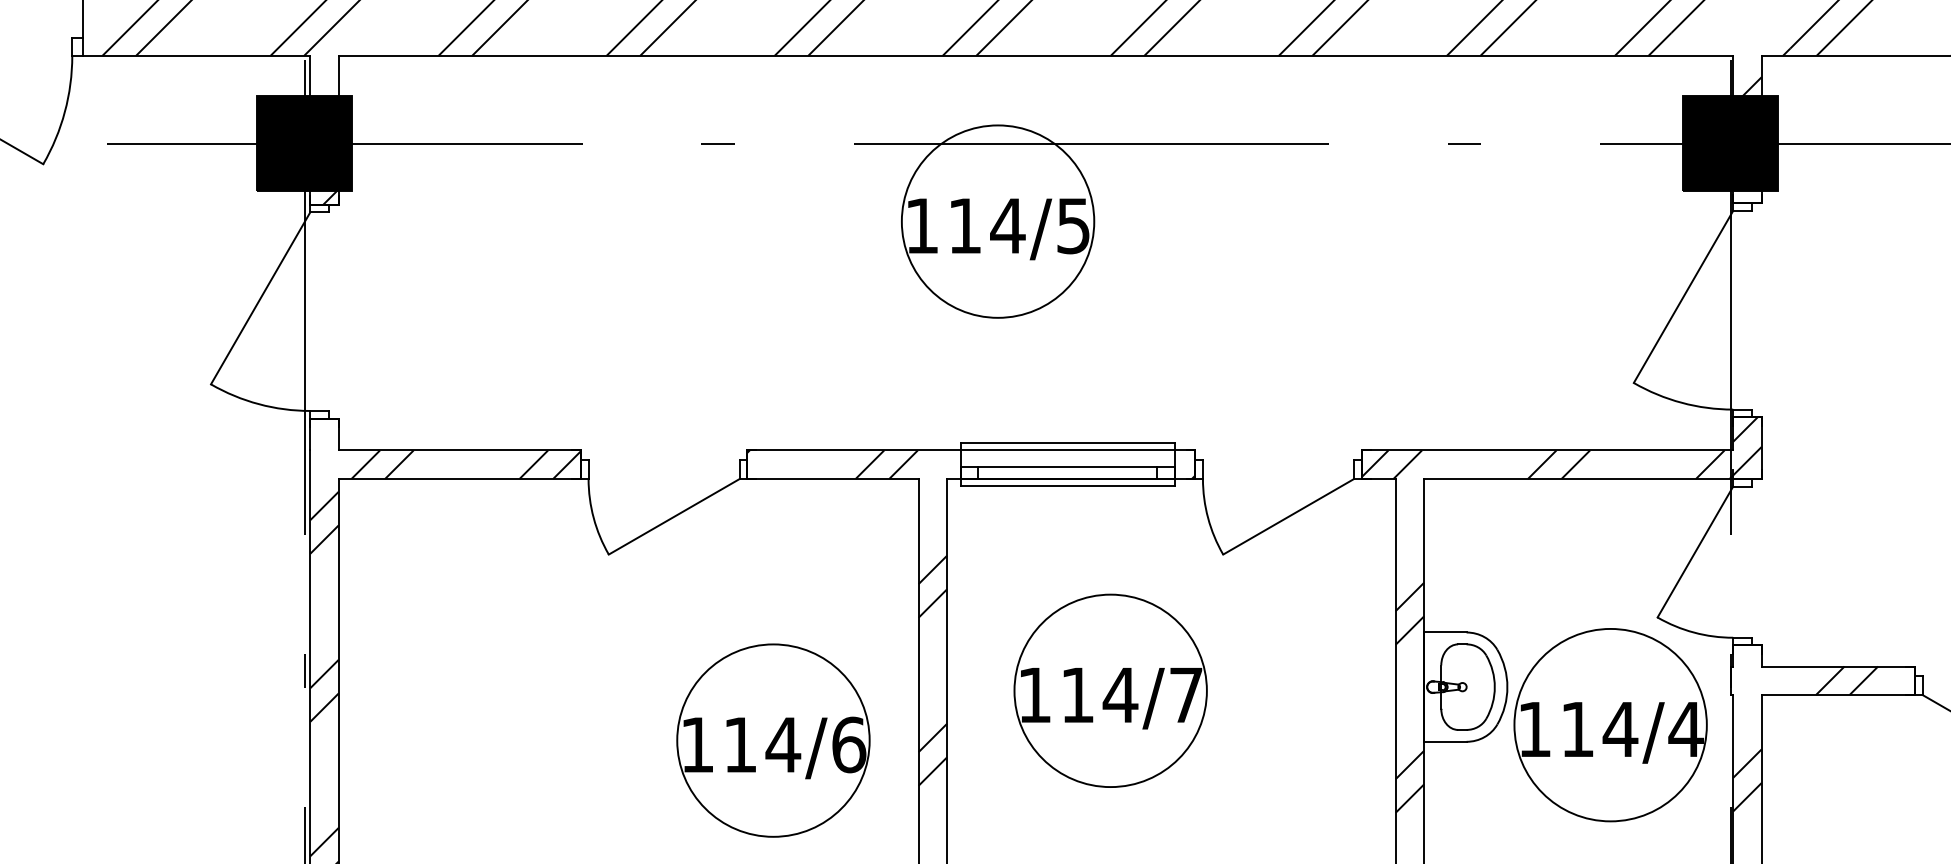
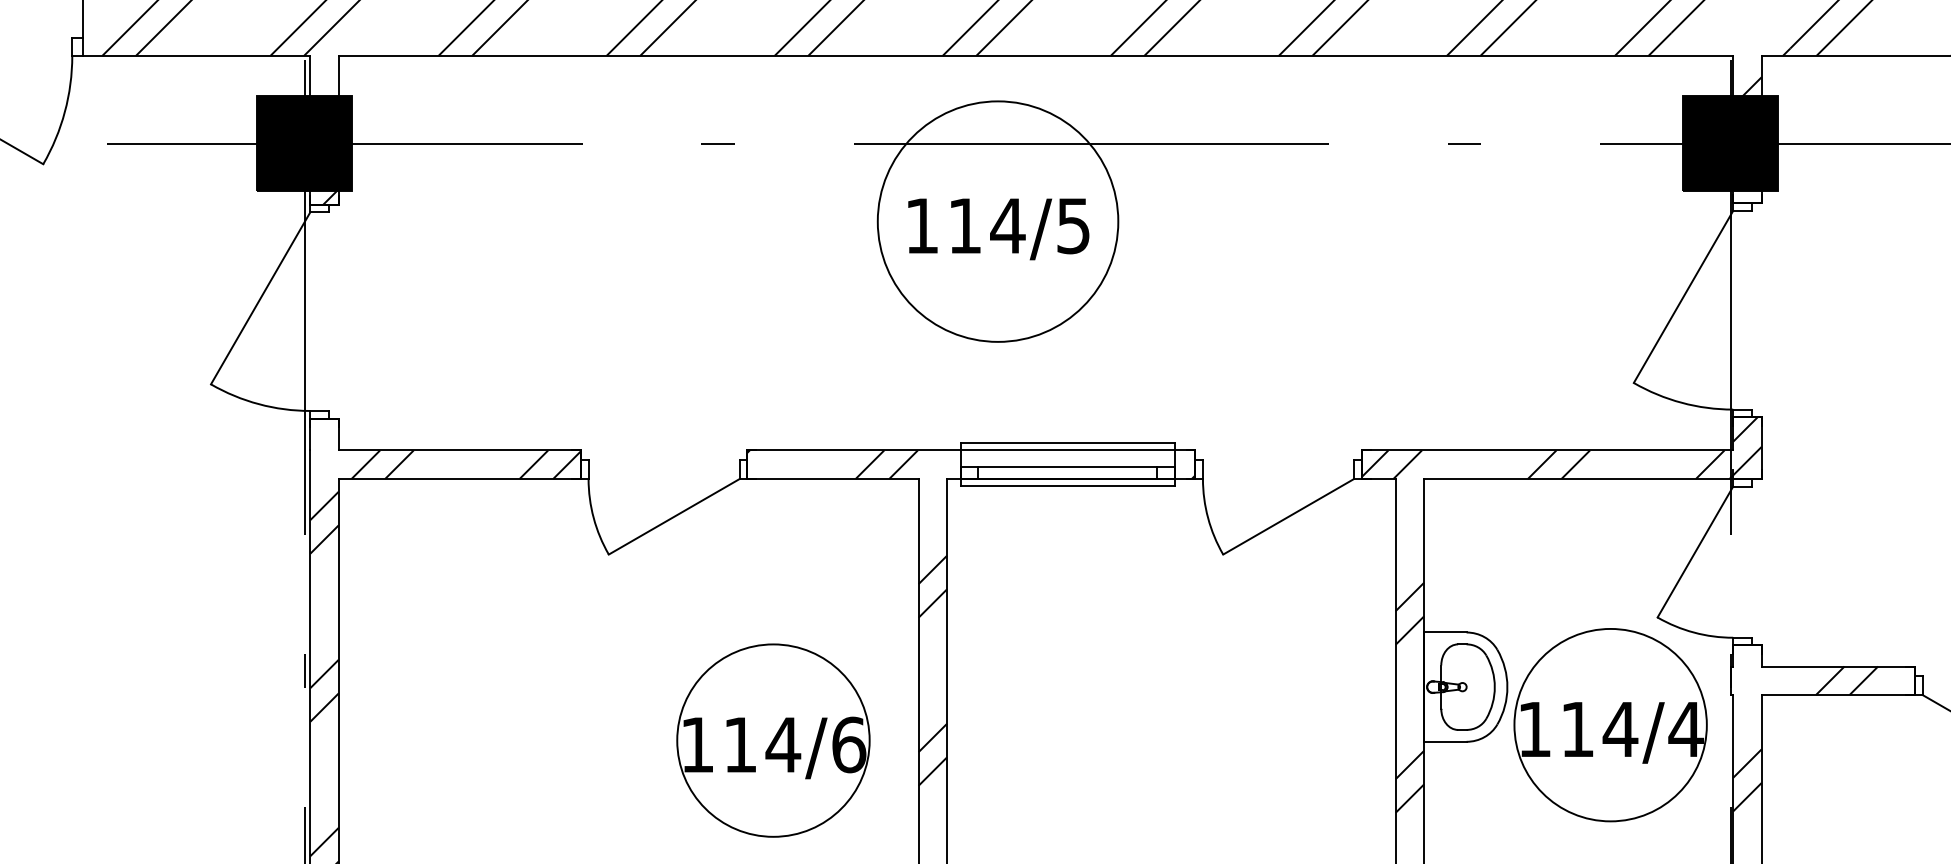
circle at (997, 221) diameter: 192 px -> 241 px
part at (1110, 690): present -> none
